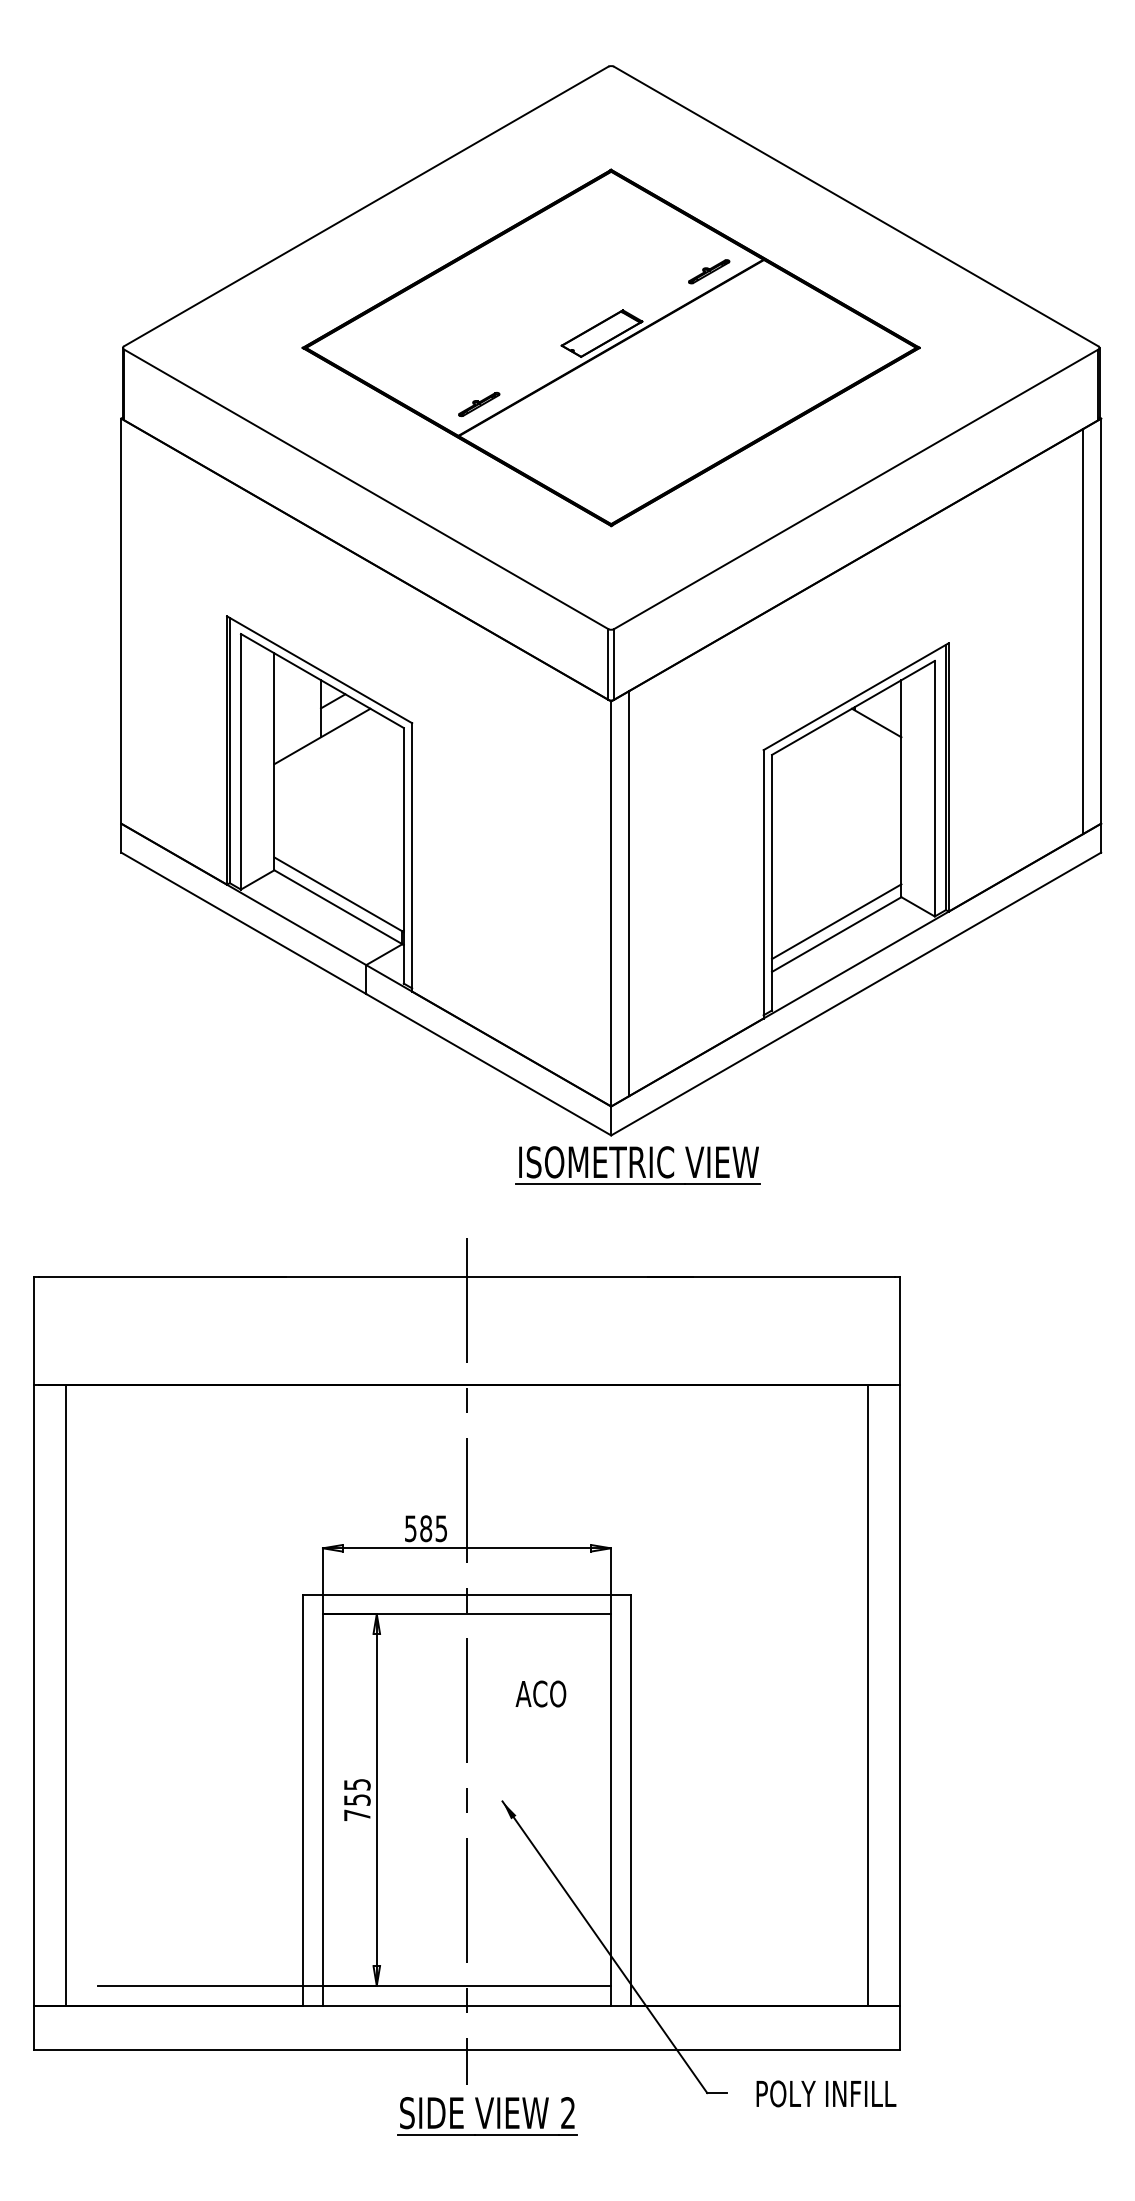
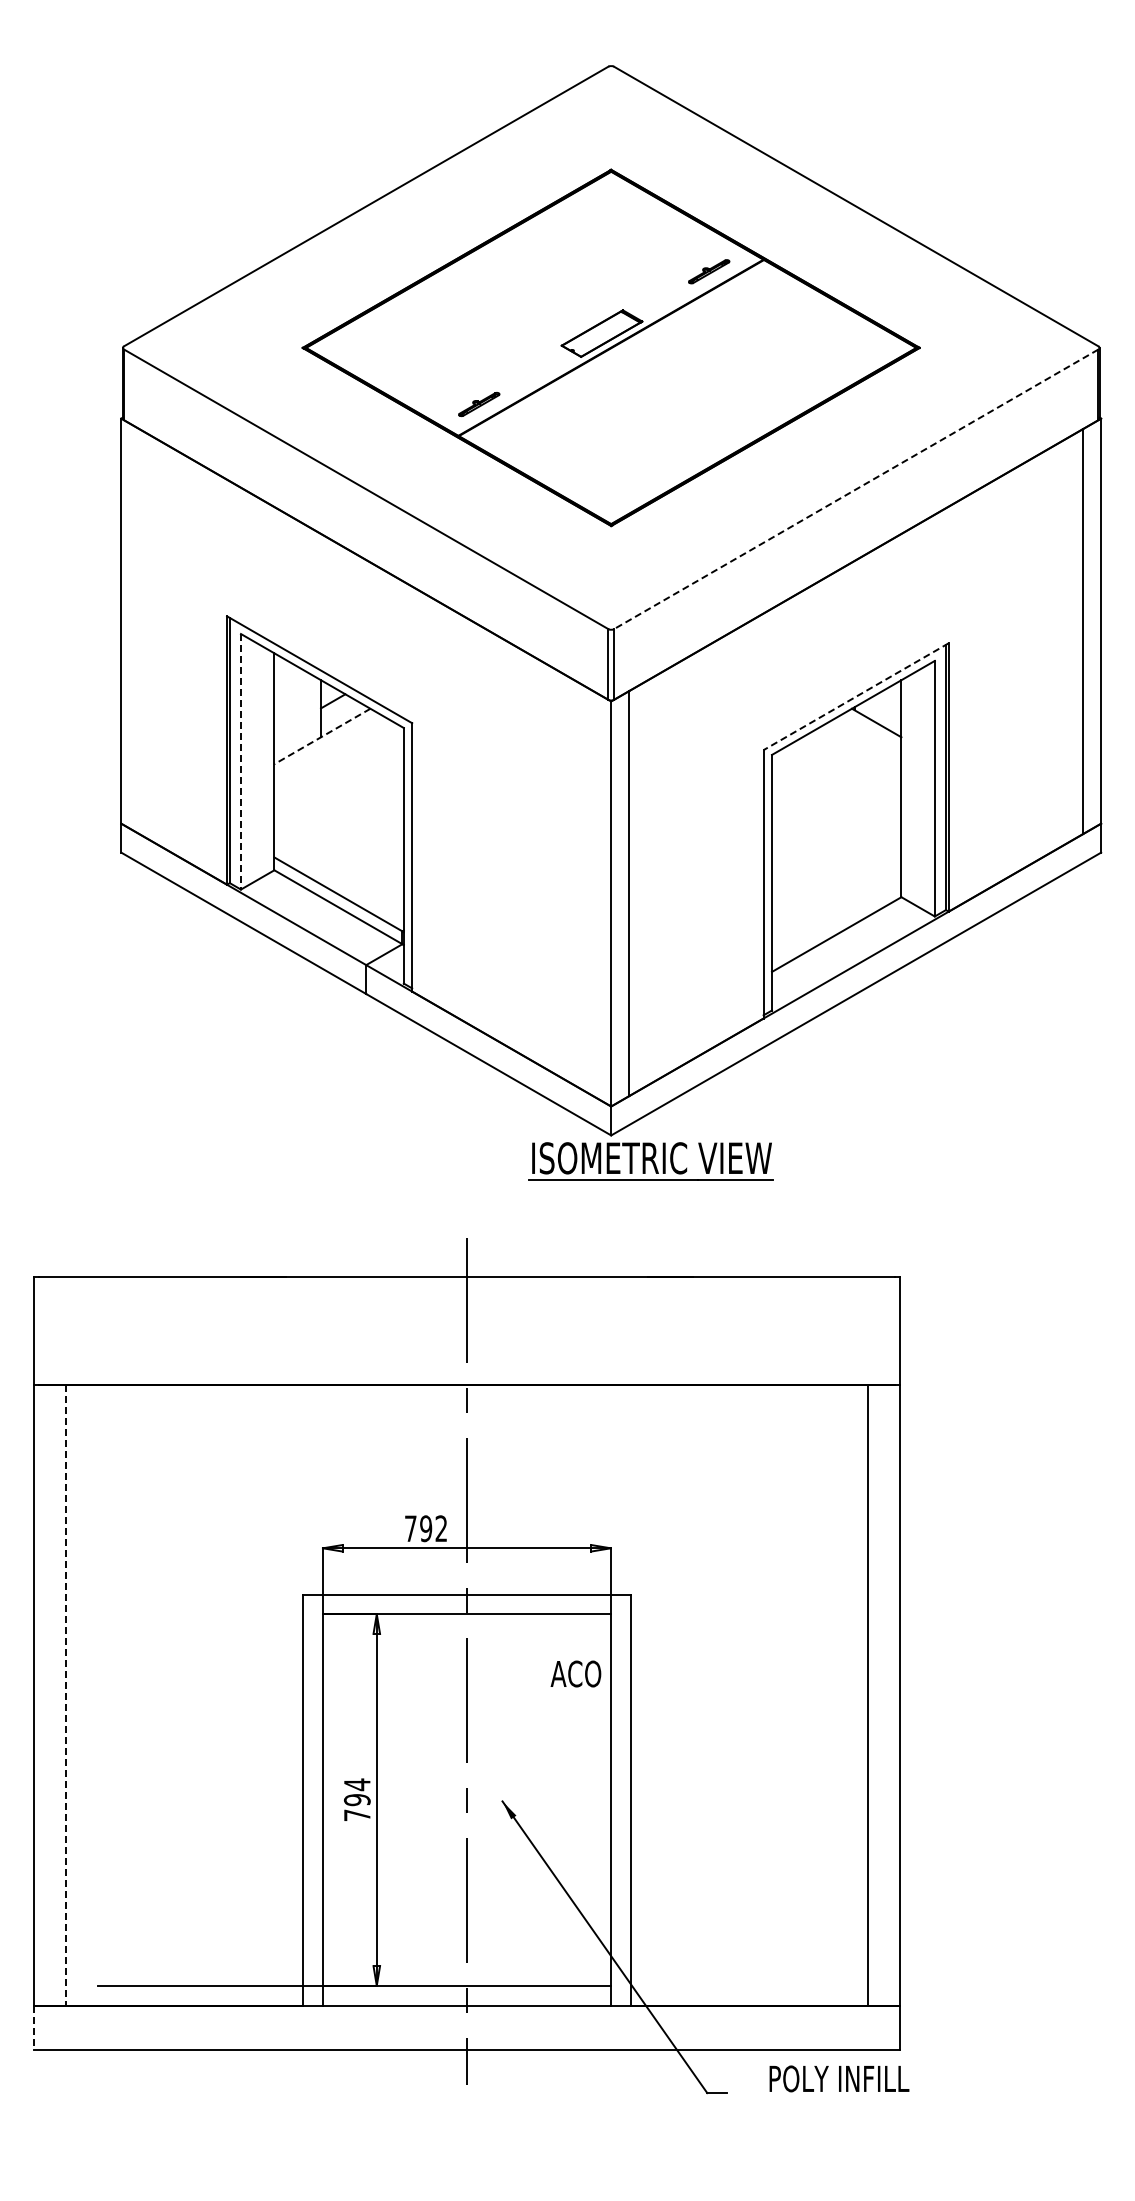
line at (856, 489): solid -> dashed
line at (856, 696): solid -> dashed
line at (322, 736): solid -> dashed
line at (240, 761): solid -> dashed
line at (836, 921): present -> none
part at (637, 1165) position: (637, 1165) -> (650, 1161)
text at (426, 1528): 585 -> 792
text at (540, 1693) position: (540, 1693) -> (575, 1673)
line at (65, 1695): solid -> dashed
text at (356, 1792): 755 -> 794
line at (33, 2028): solid -> dashed
text at (826, 2093) position: (826, 2093) -> (839, 2078)
part at (487, 2116): present -> none
